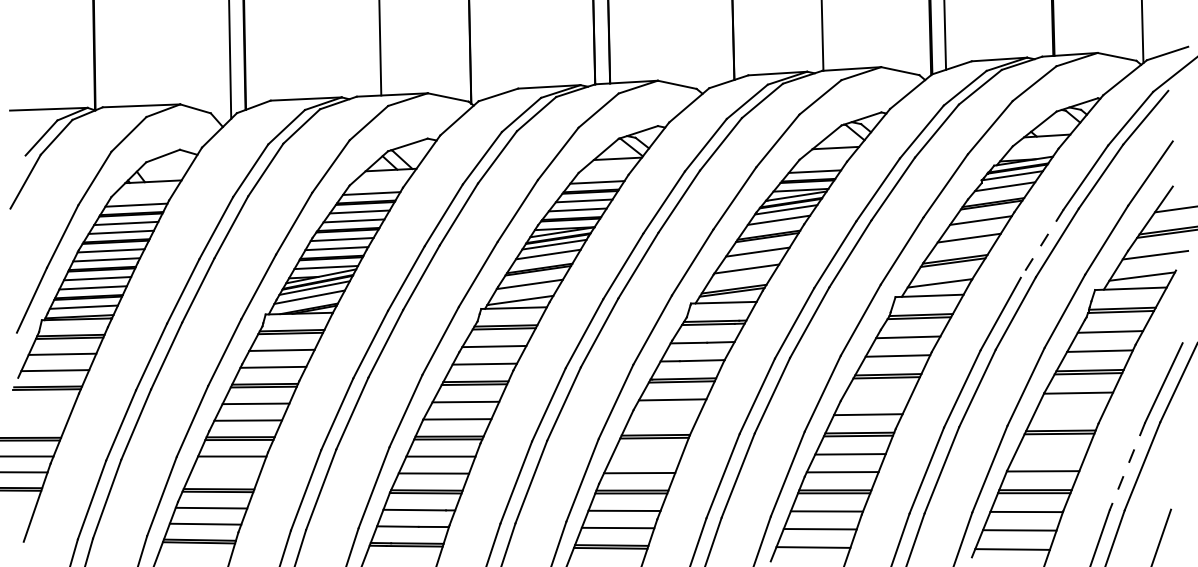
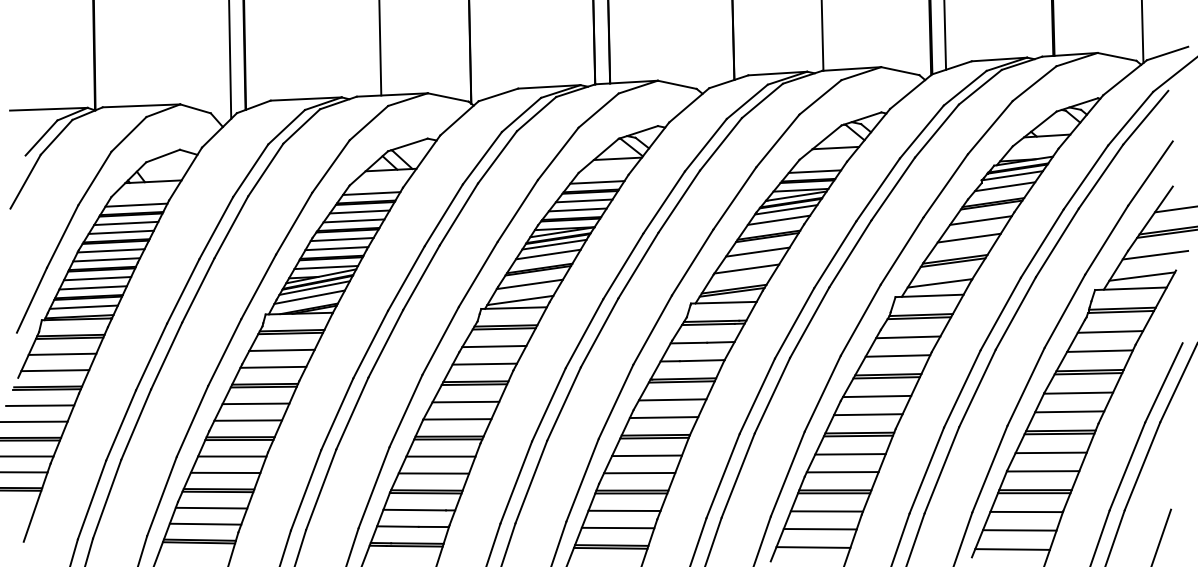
line at (1042, 244): dashed -> solid
line at (876, 396): none -> present
line at (40, 405): none -> present
line at (1069, 411): none -> present
line at (663, 417): none -> present
line at (34, 421): none -> present
line at (1050, 452): none -> present
line at (647, 455): none -> present
line at (1127, 467): dashed -> solid
line at (225, 472): none -> present
